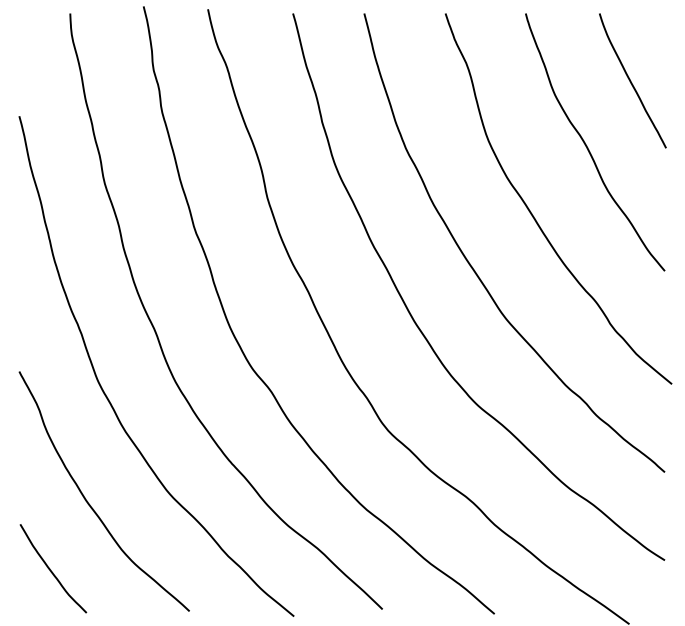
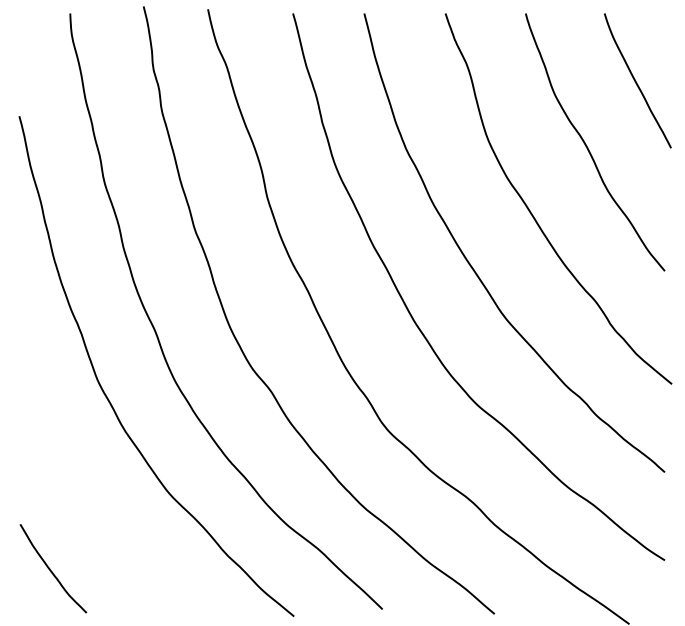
curve at (631, 81) position: (631, 81) -> (636, 81)
curve at (87, 500): present -> none
